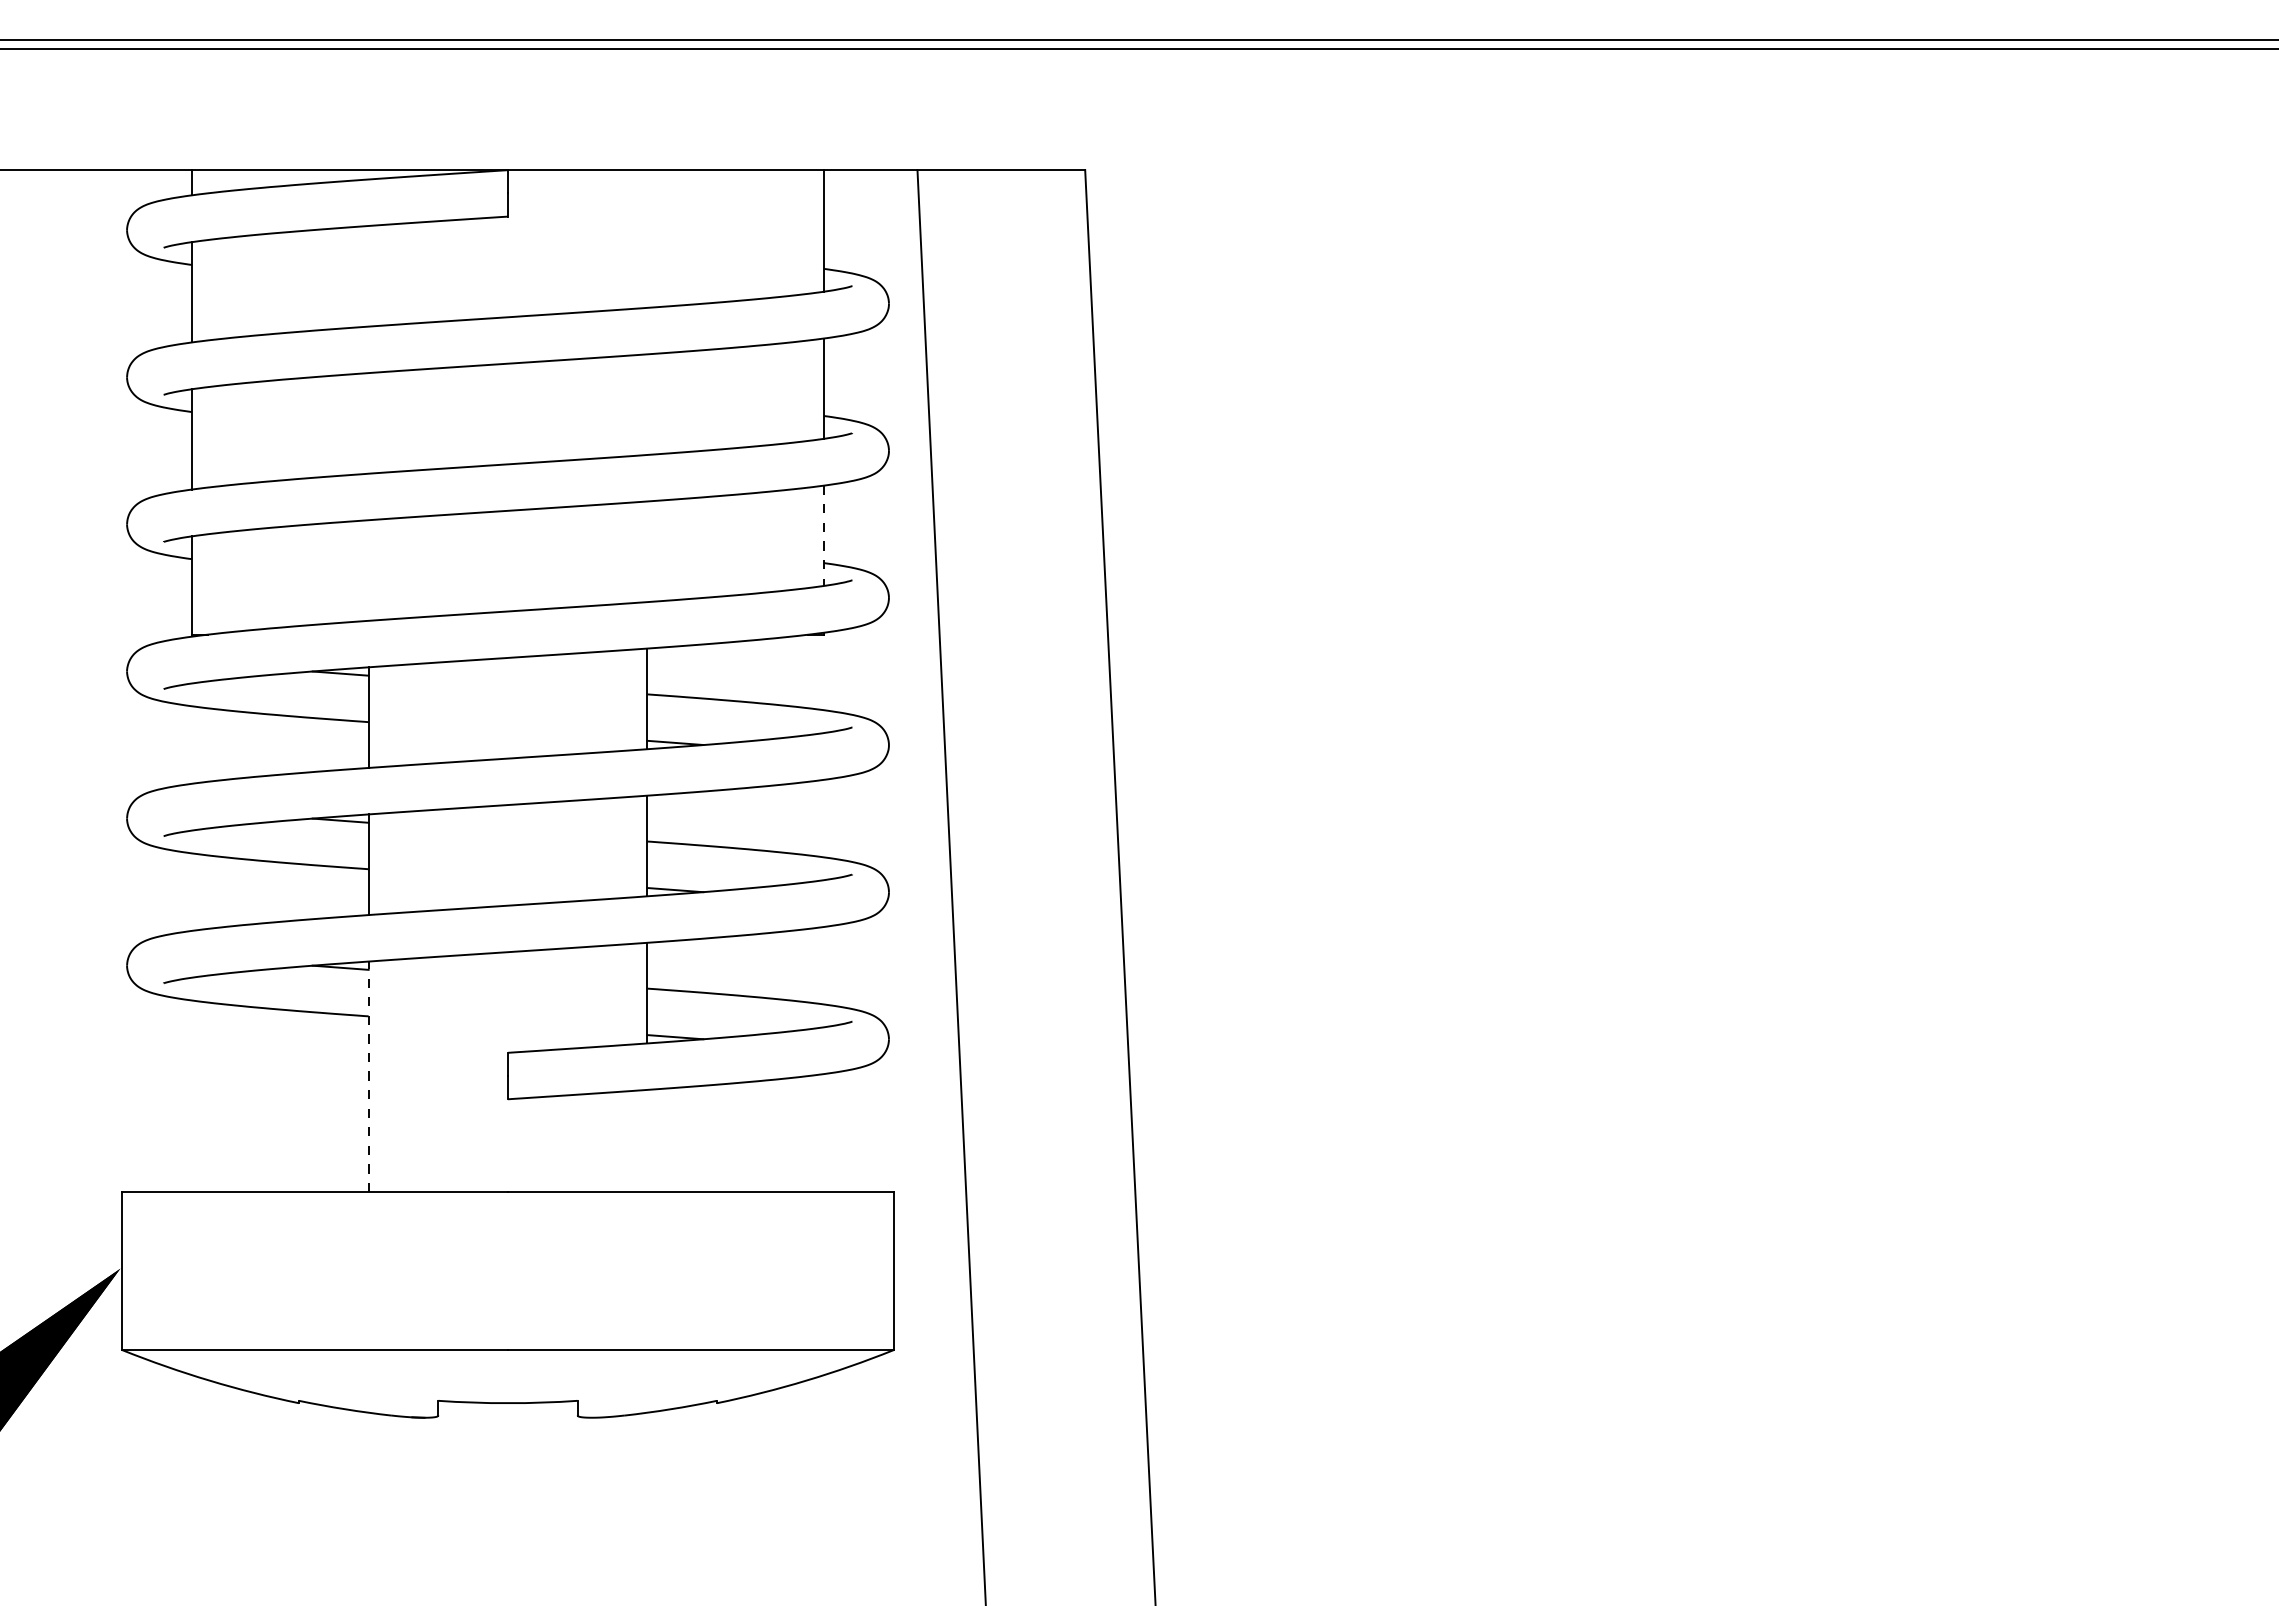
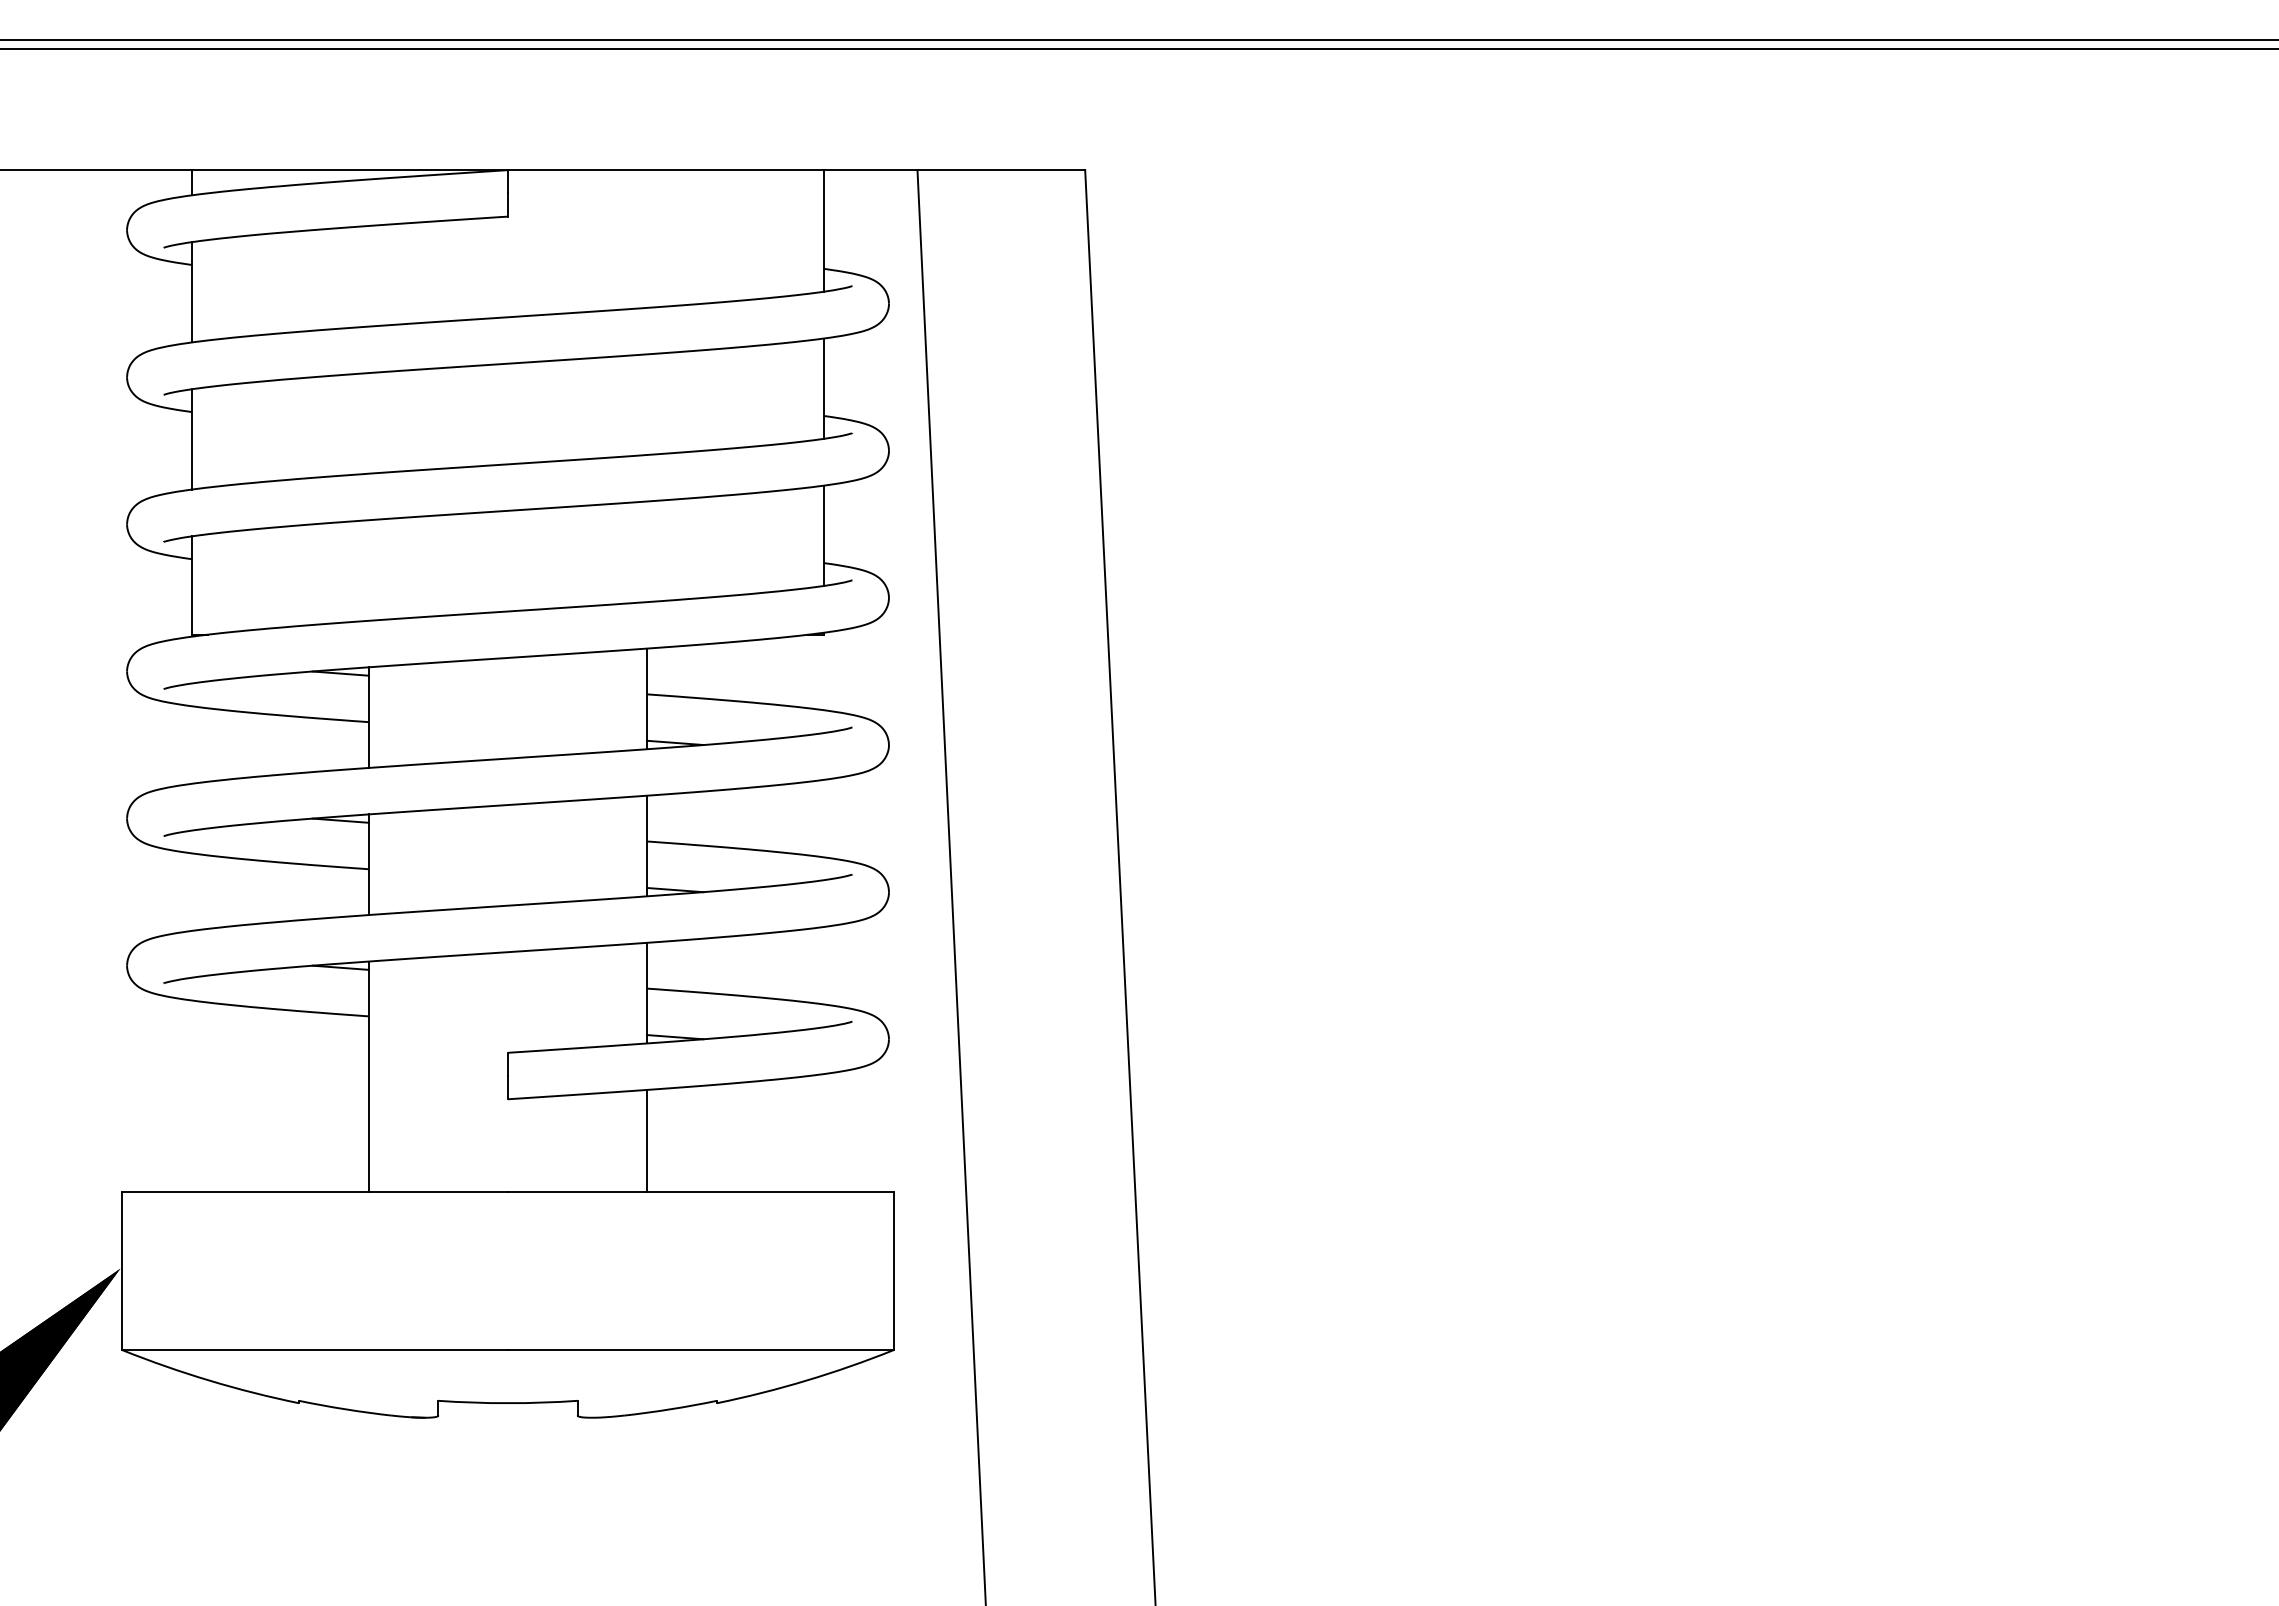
line at (823, 536): dashed -> solid
line at (368, 1076): dashed -> solid
line at (647, 1140): none -> present
